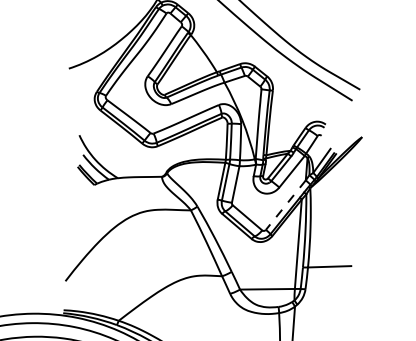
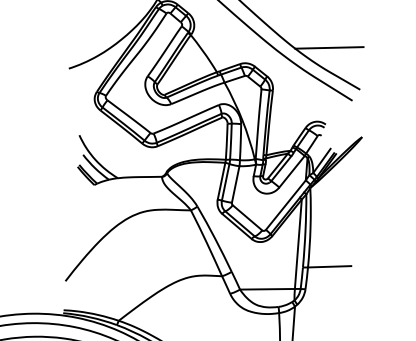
line at (329, 47): none -> present
line at (285, 205): dashed -> solid
